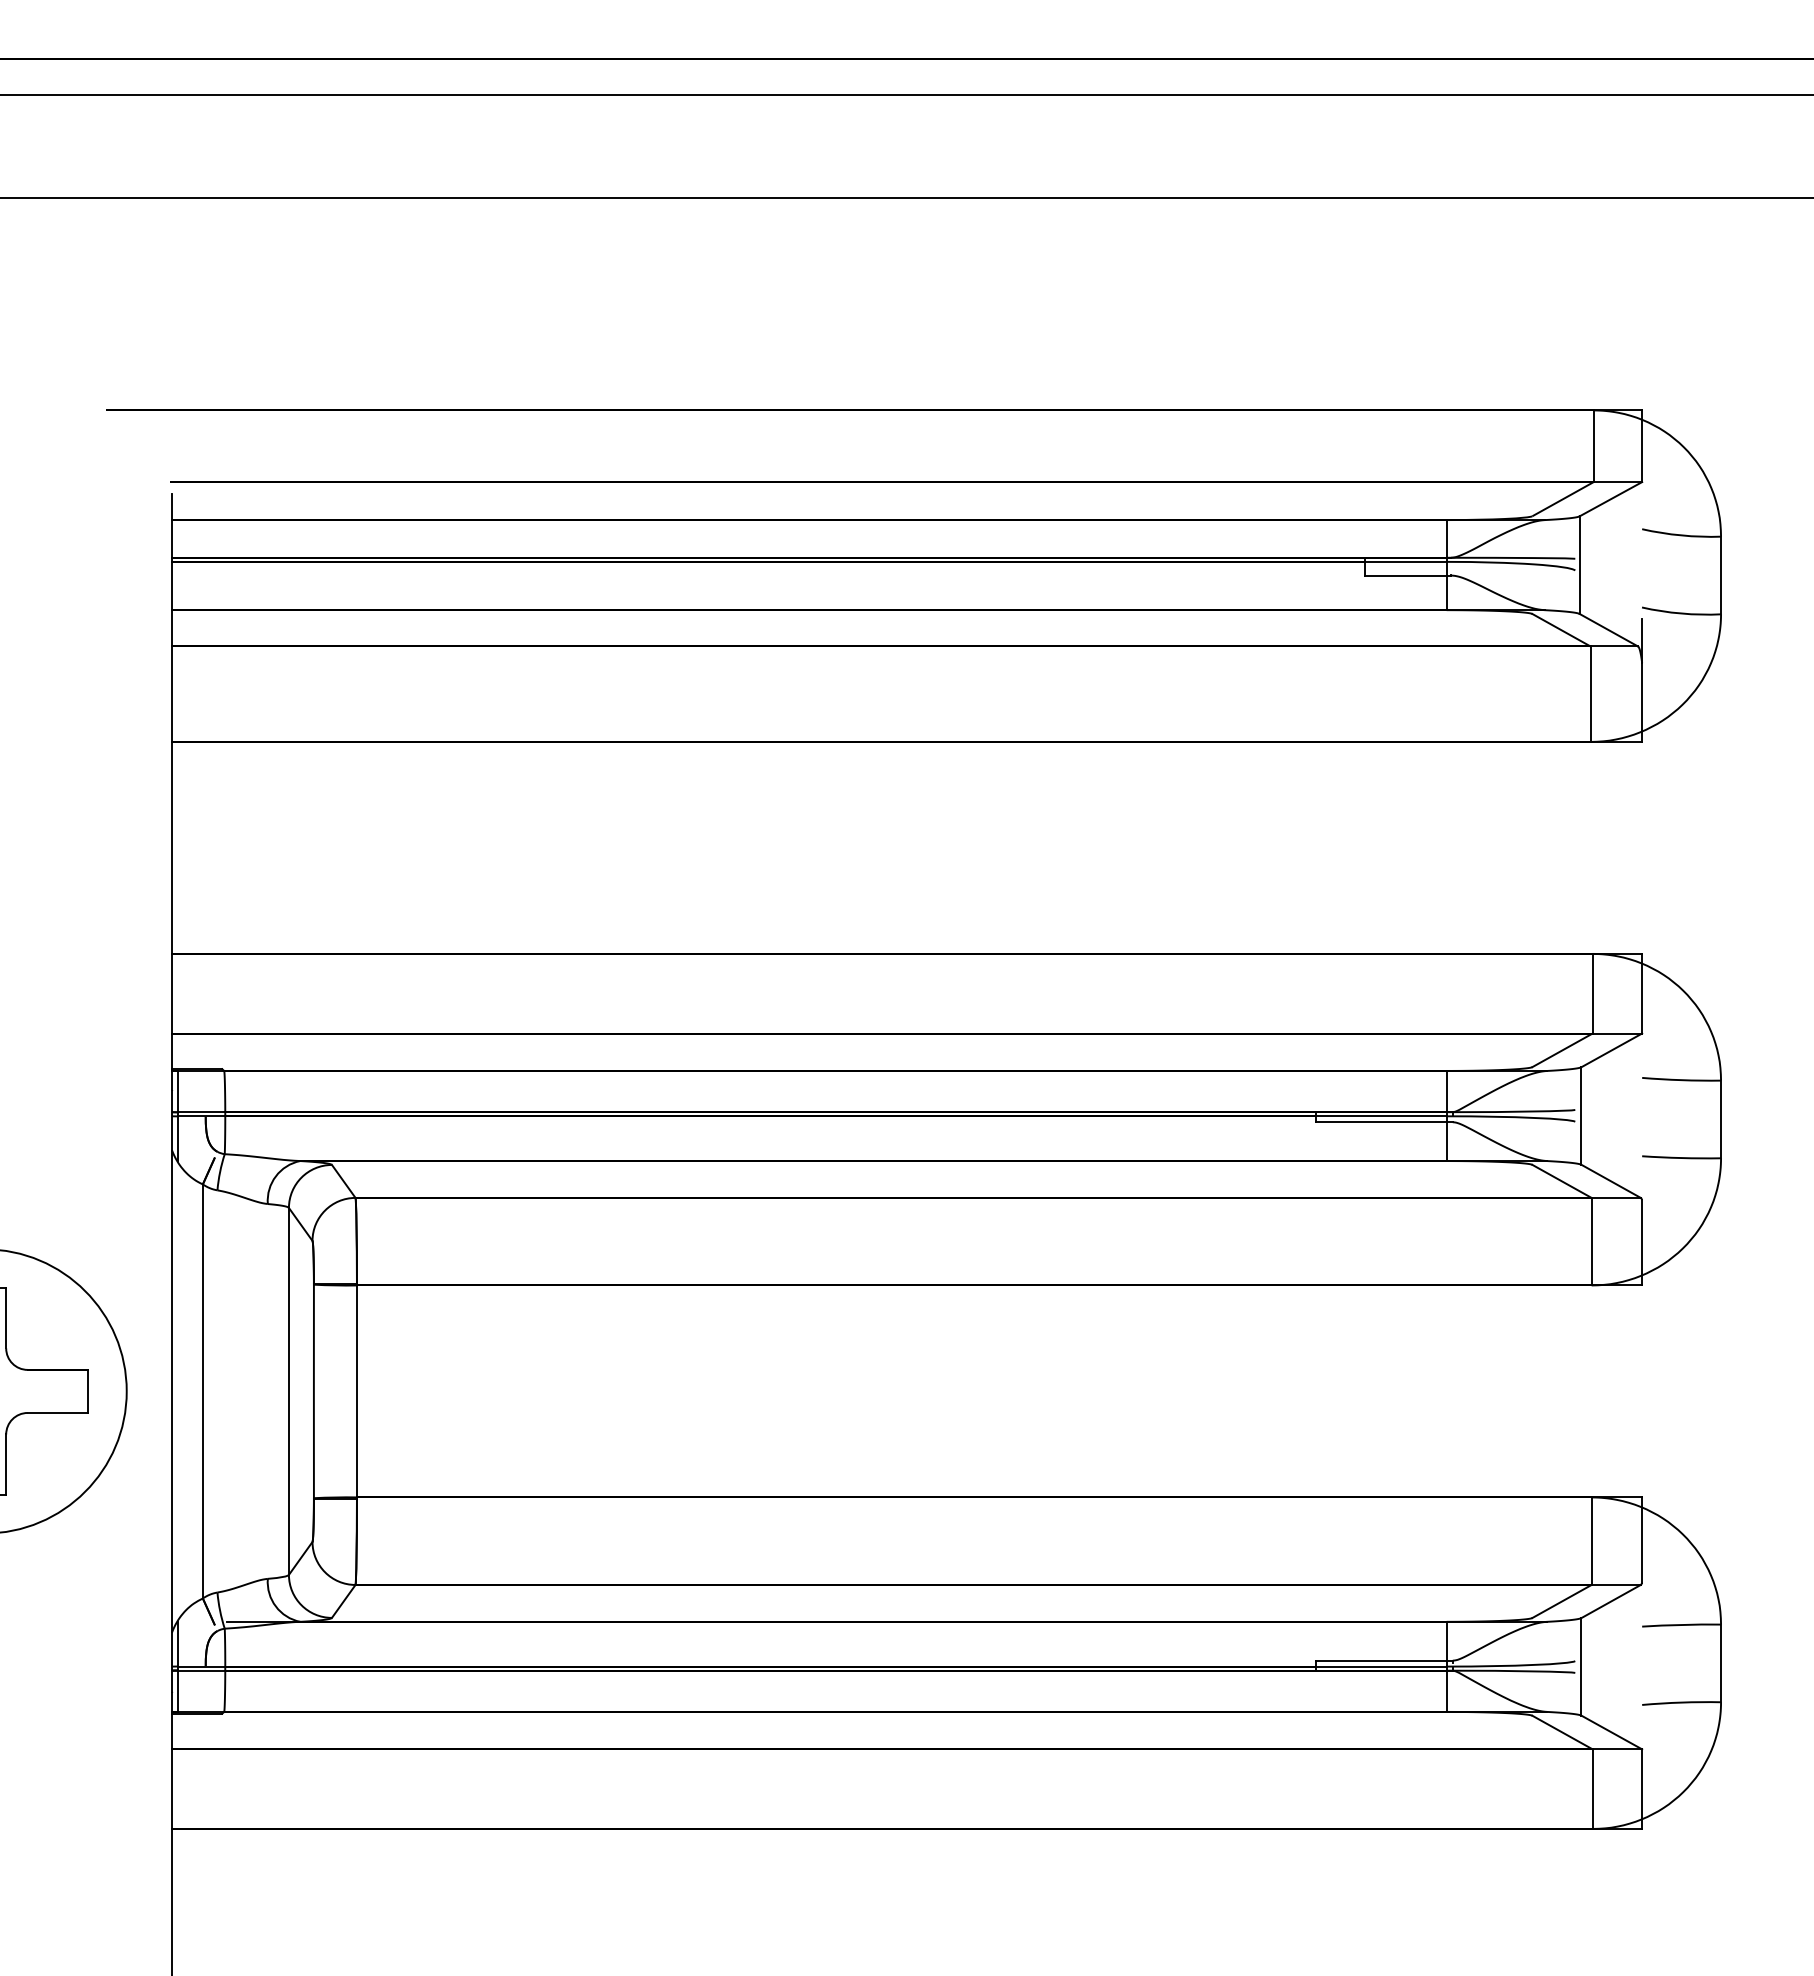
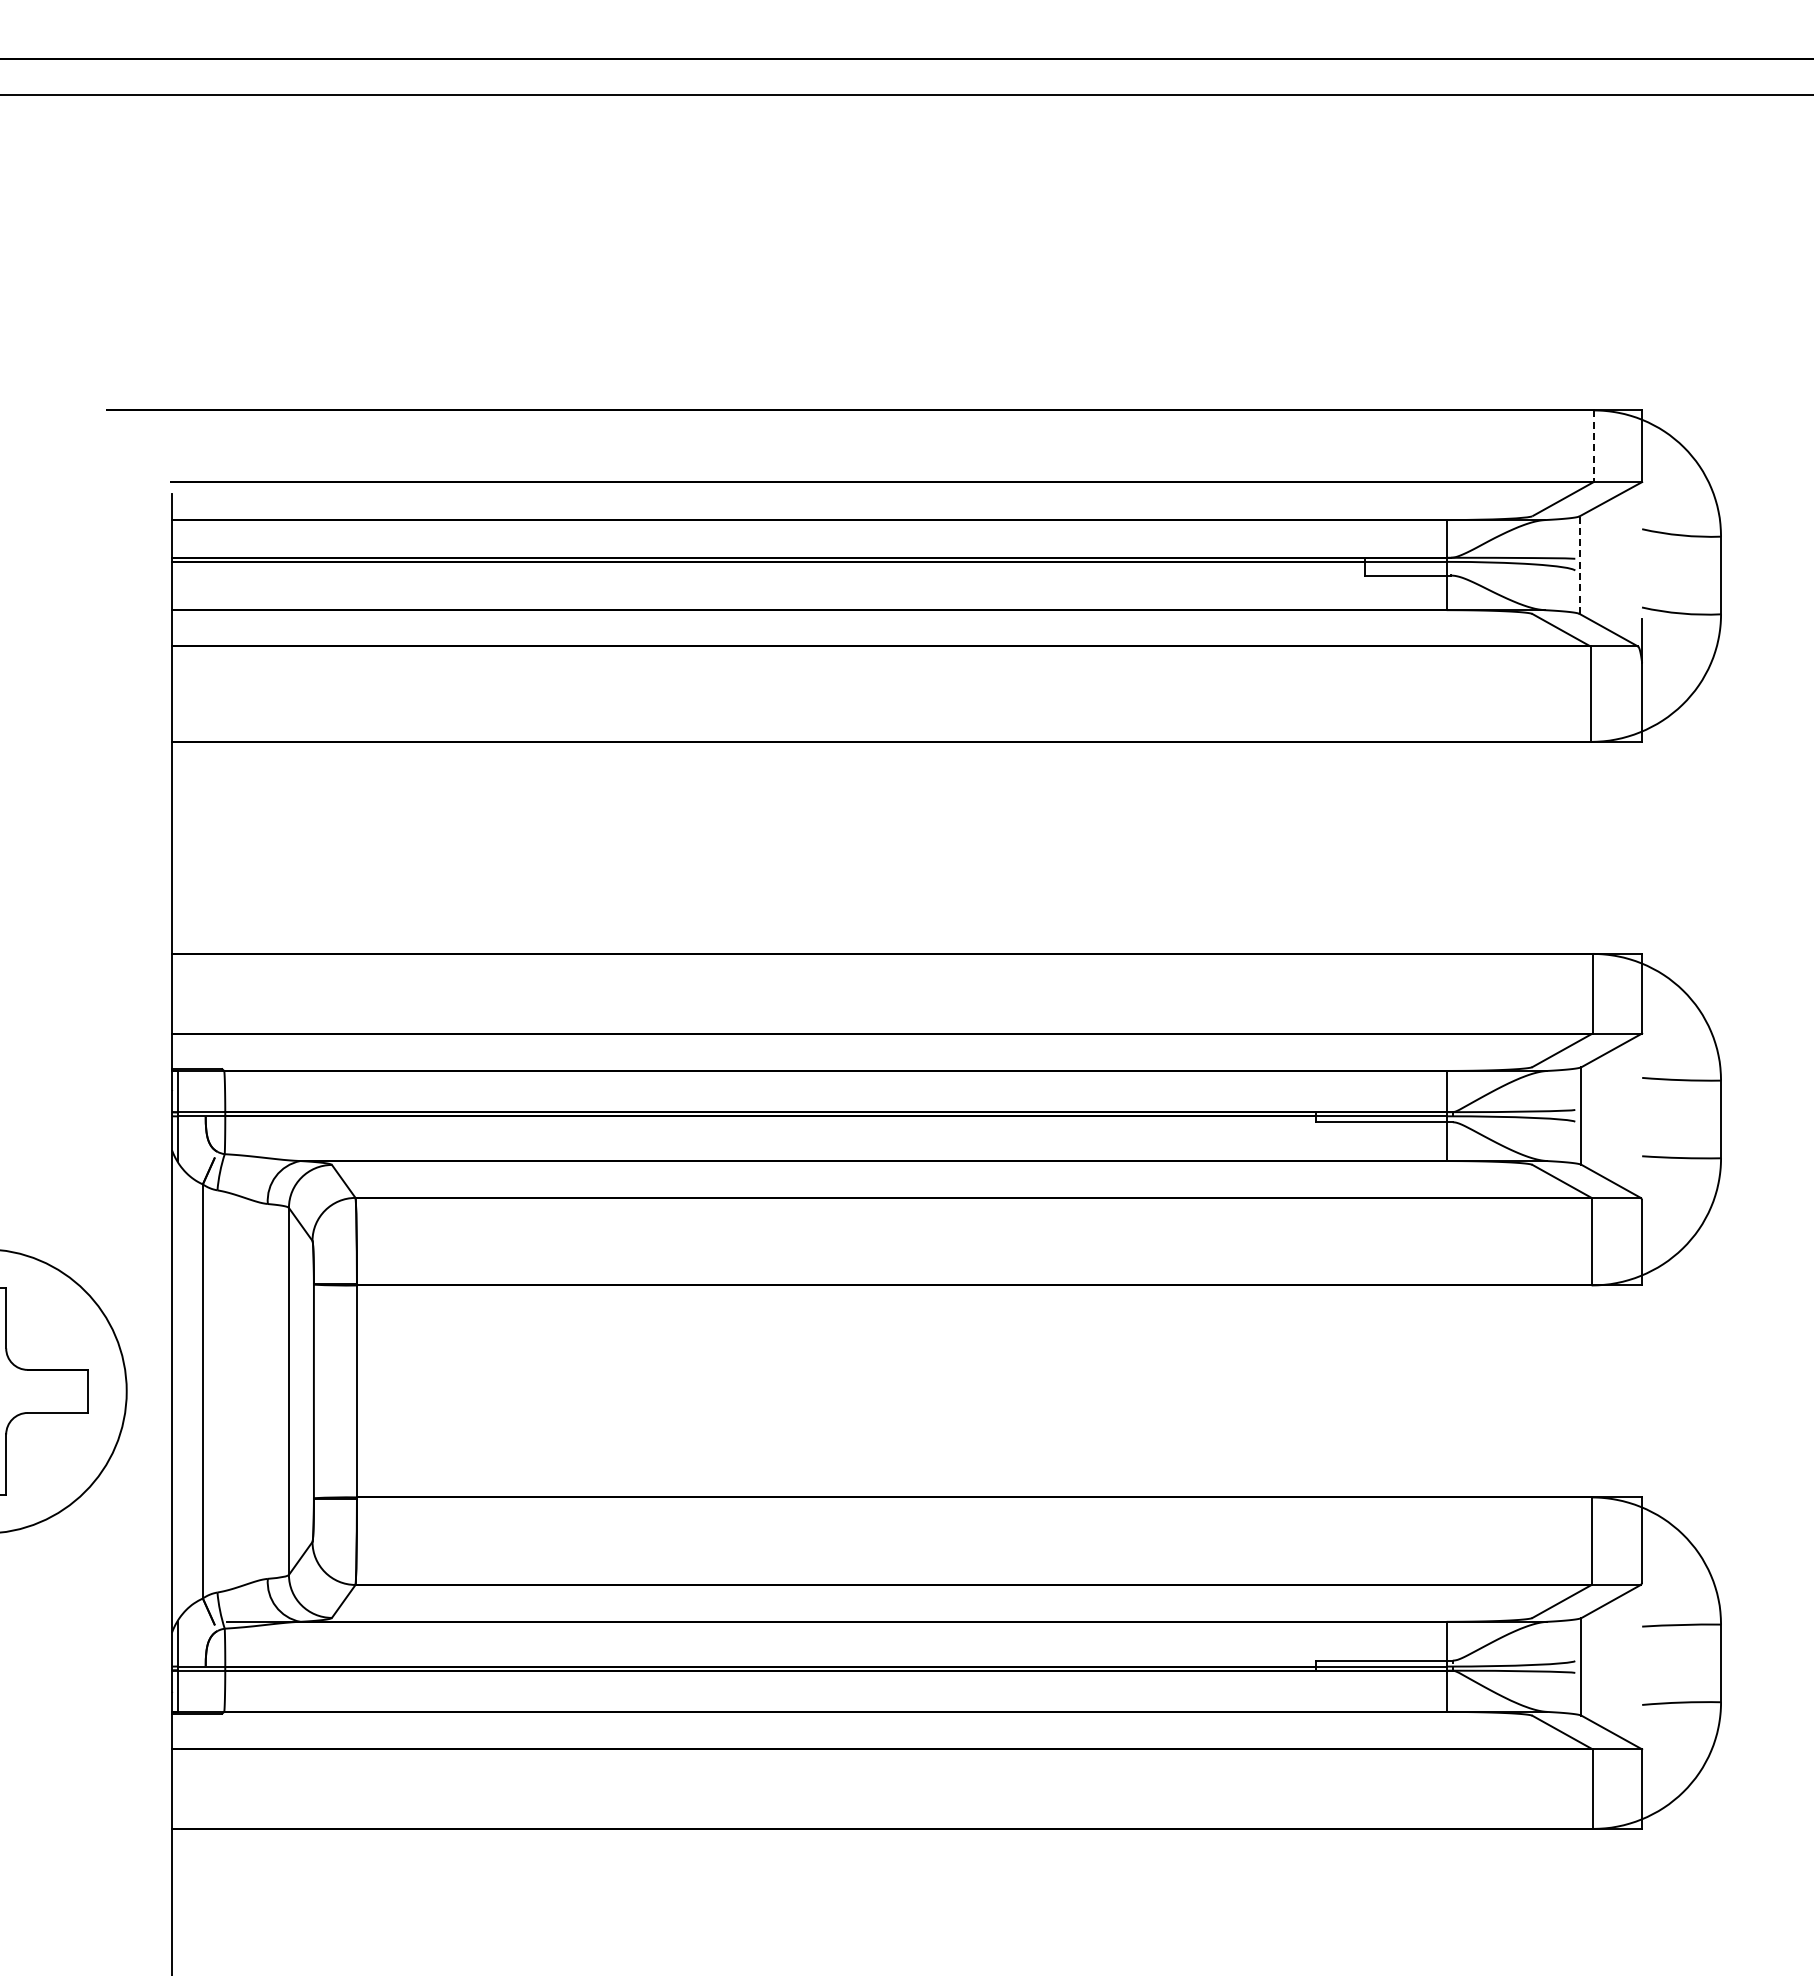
line at (906, 198): present -> none
line at (1593, 446): solid -> dashed
line at (1579, 565): solid -> dashed
